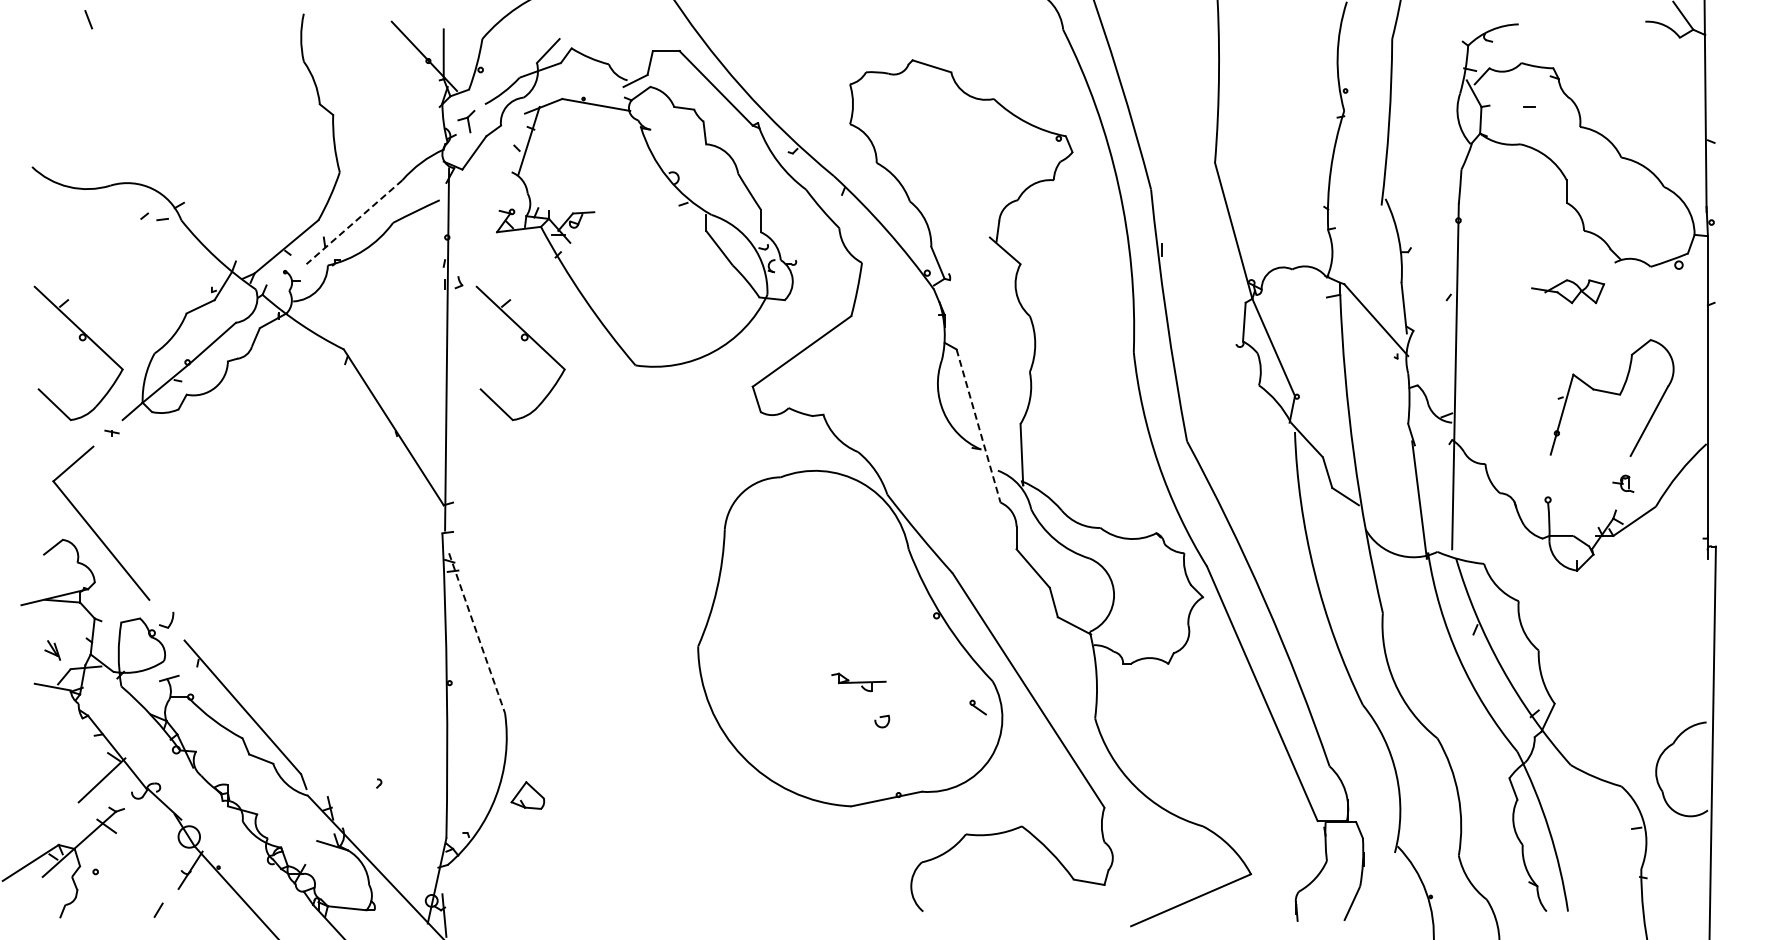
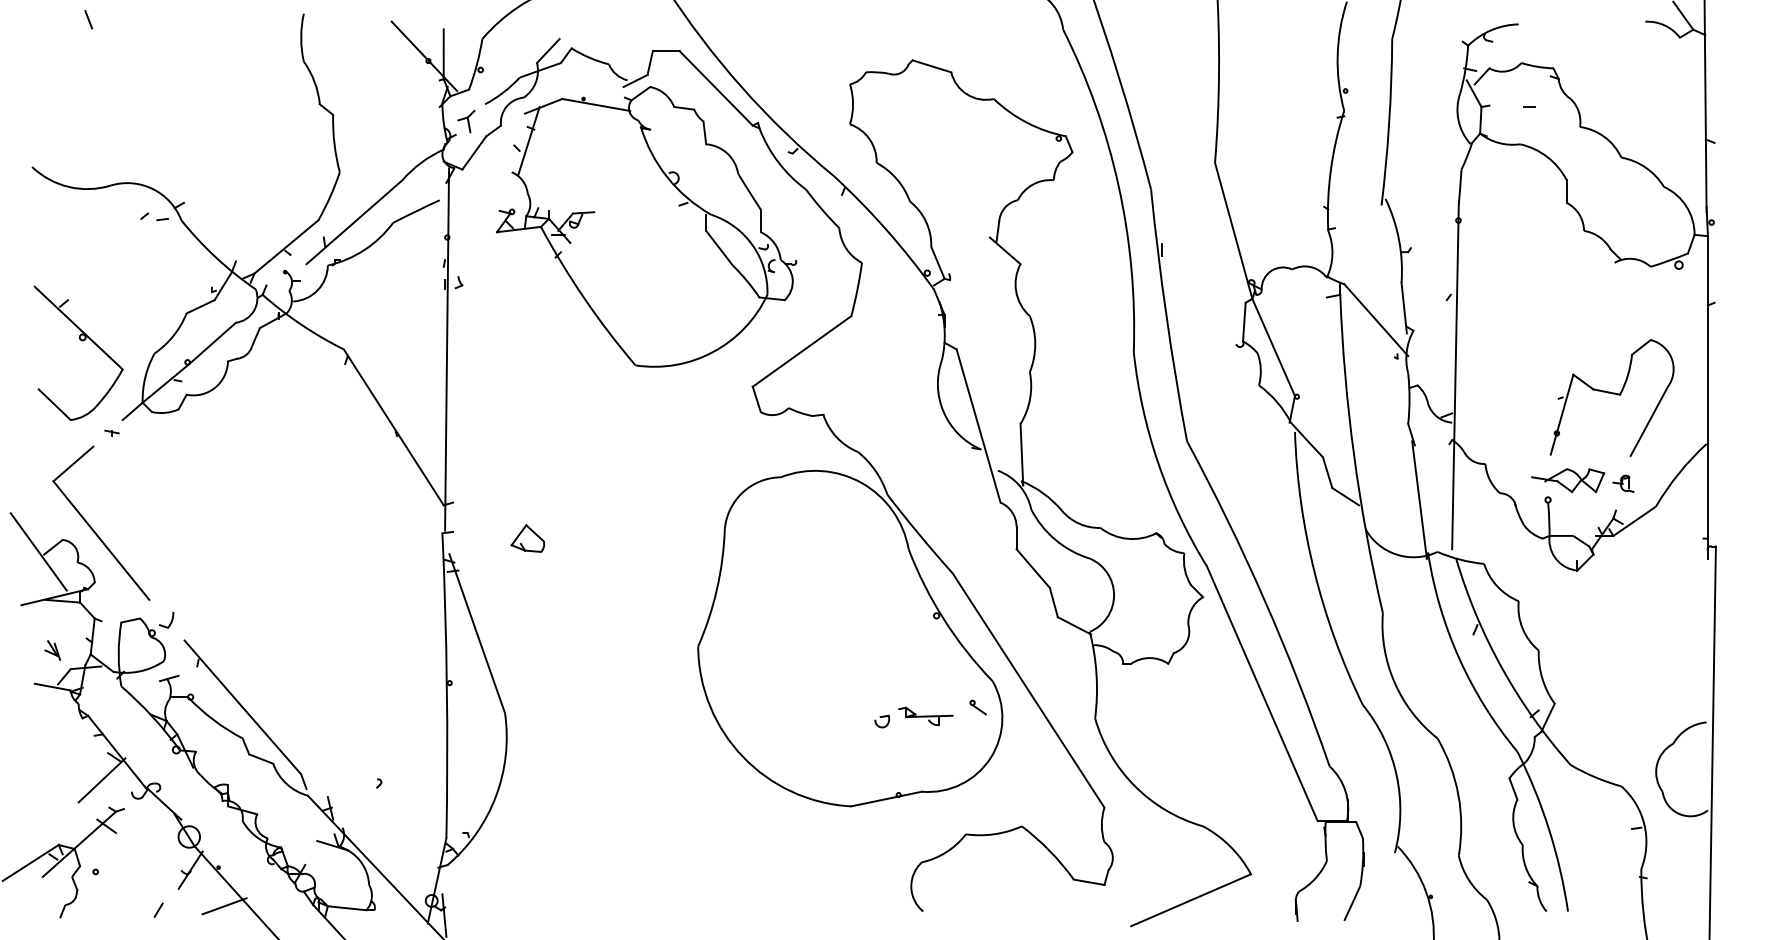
line at (354, 222): dashed -> solid
part at (1568, 291) position: (1568, 291) -> (1568, 480)
part at (523, 341): present -> none
line at (978, 426): dashed -> solid
line at (38, 551): none -> present
arc at (476, 633): dashed -> solid
part at (858, 682) position: (858, 682) -> (925, 716)
part at (527, 795) position: (527, 795) -> (527, 538)
line at (224, 906): none -> present
